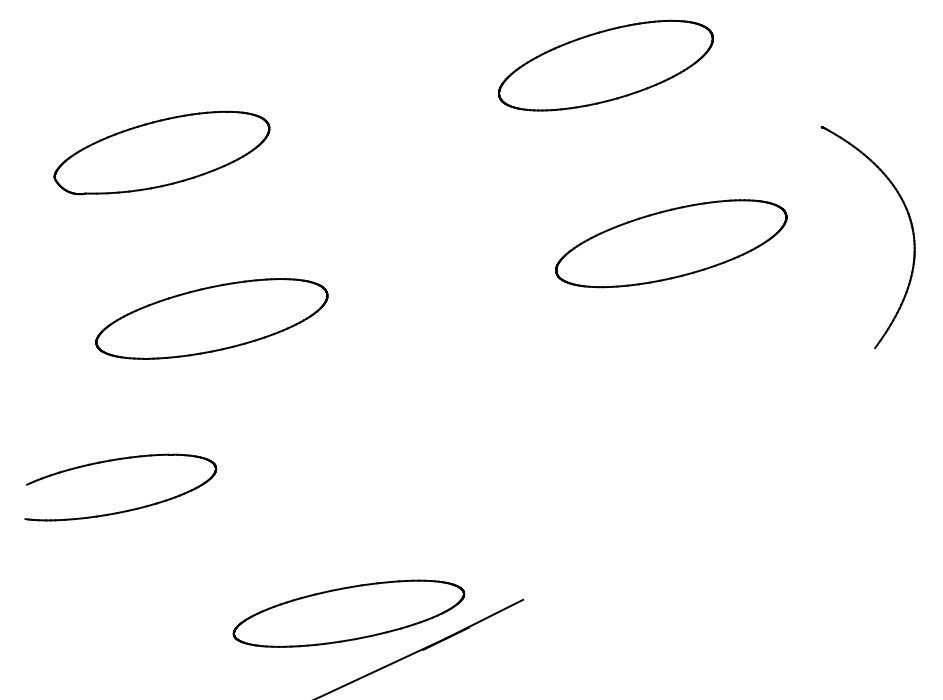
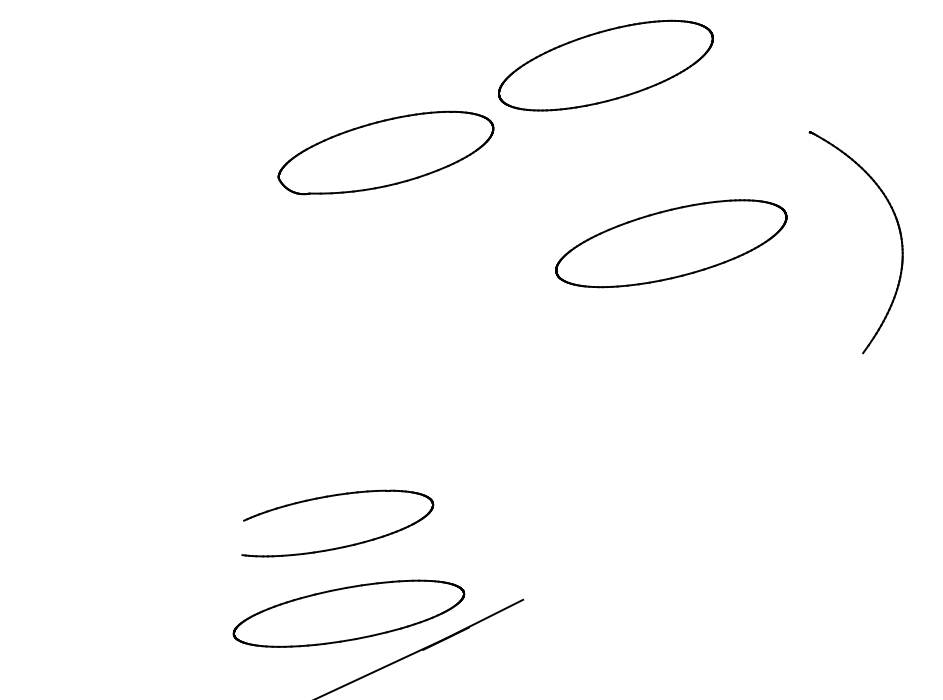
part at (161, 152) position: (161, 152) -> (385, 152)
part at (911, 229) position: (911, 229) -> (899, 234)
part at (211, 318): present -> none
part at (123, 510) position: (123, 510) -> (340, 546)
